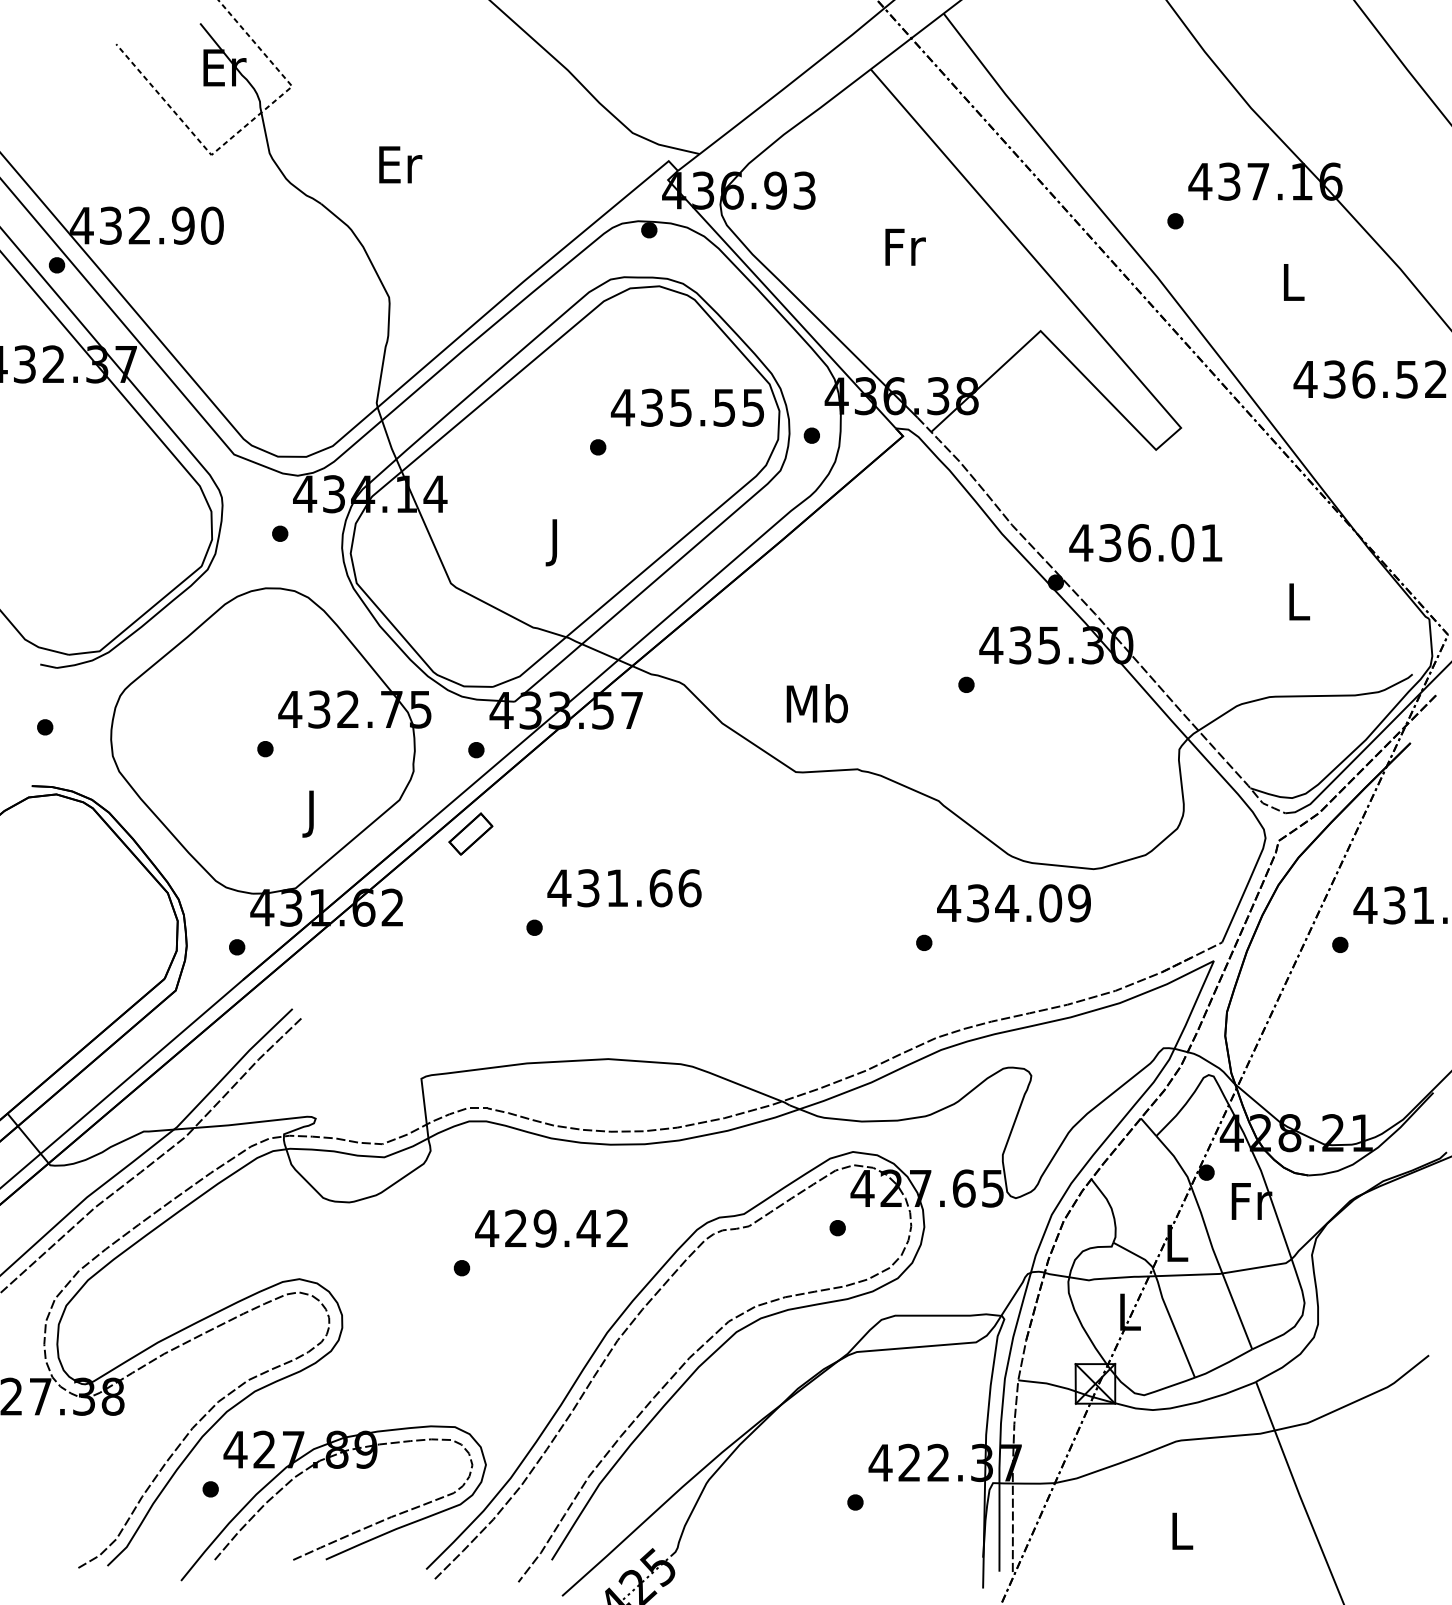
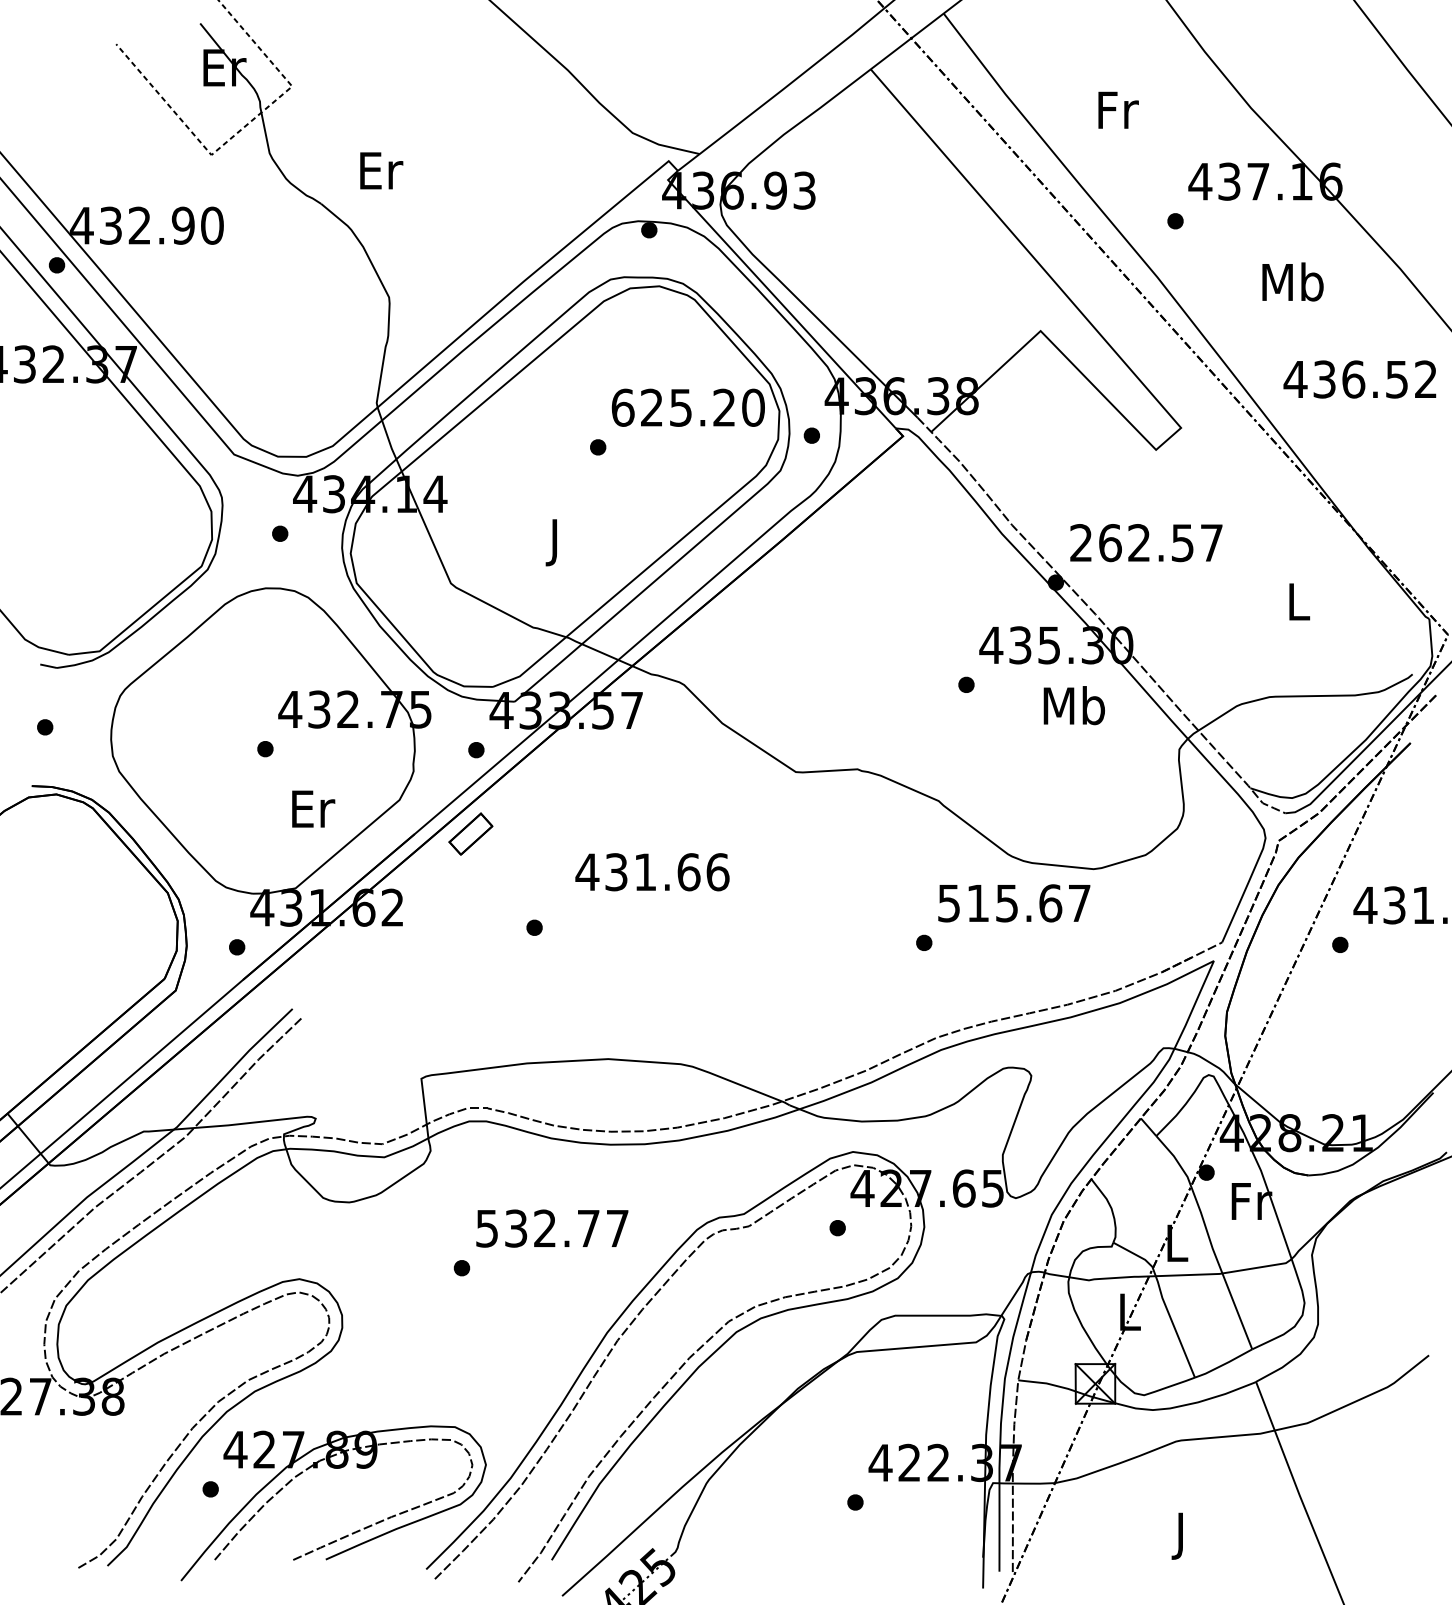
text at (400, 164) position: (400, 164) -> (381, 170)
text at (905, 246) position: (905, 246) -> (1118, 109)
text at (1292, 281): L -> Mb
text at (1369, 379) position: (1369, 379) -> (1359, 379)
text at (687, 407): 435.55 -> 625.20
text at (1145, 543): 436.01 -> 262.57
text at (816, 703) position: (816, 703) -> (1073, 705)
text at (313, 813): J -> Er
text at (624, 888) position: (624, 888) -> (652, 872)
text at (1013, 903): 434.09 -> 515.67
text at (551, 1228): 429.42 -> 532.77
text at (1182, 1535): L -> J
